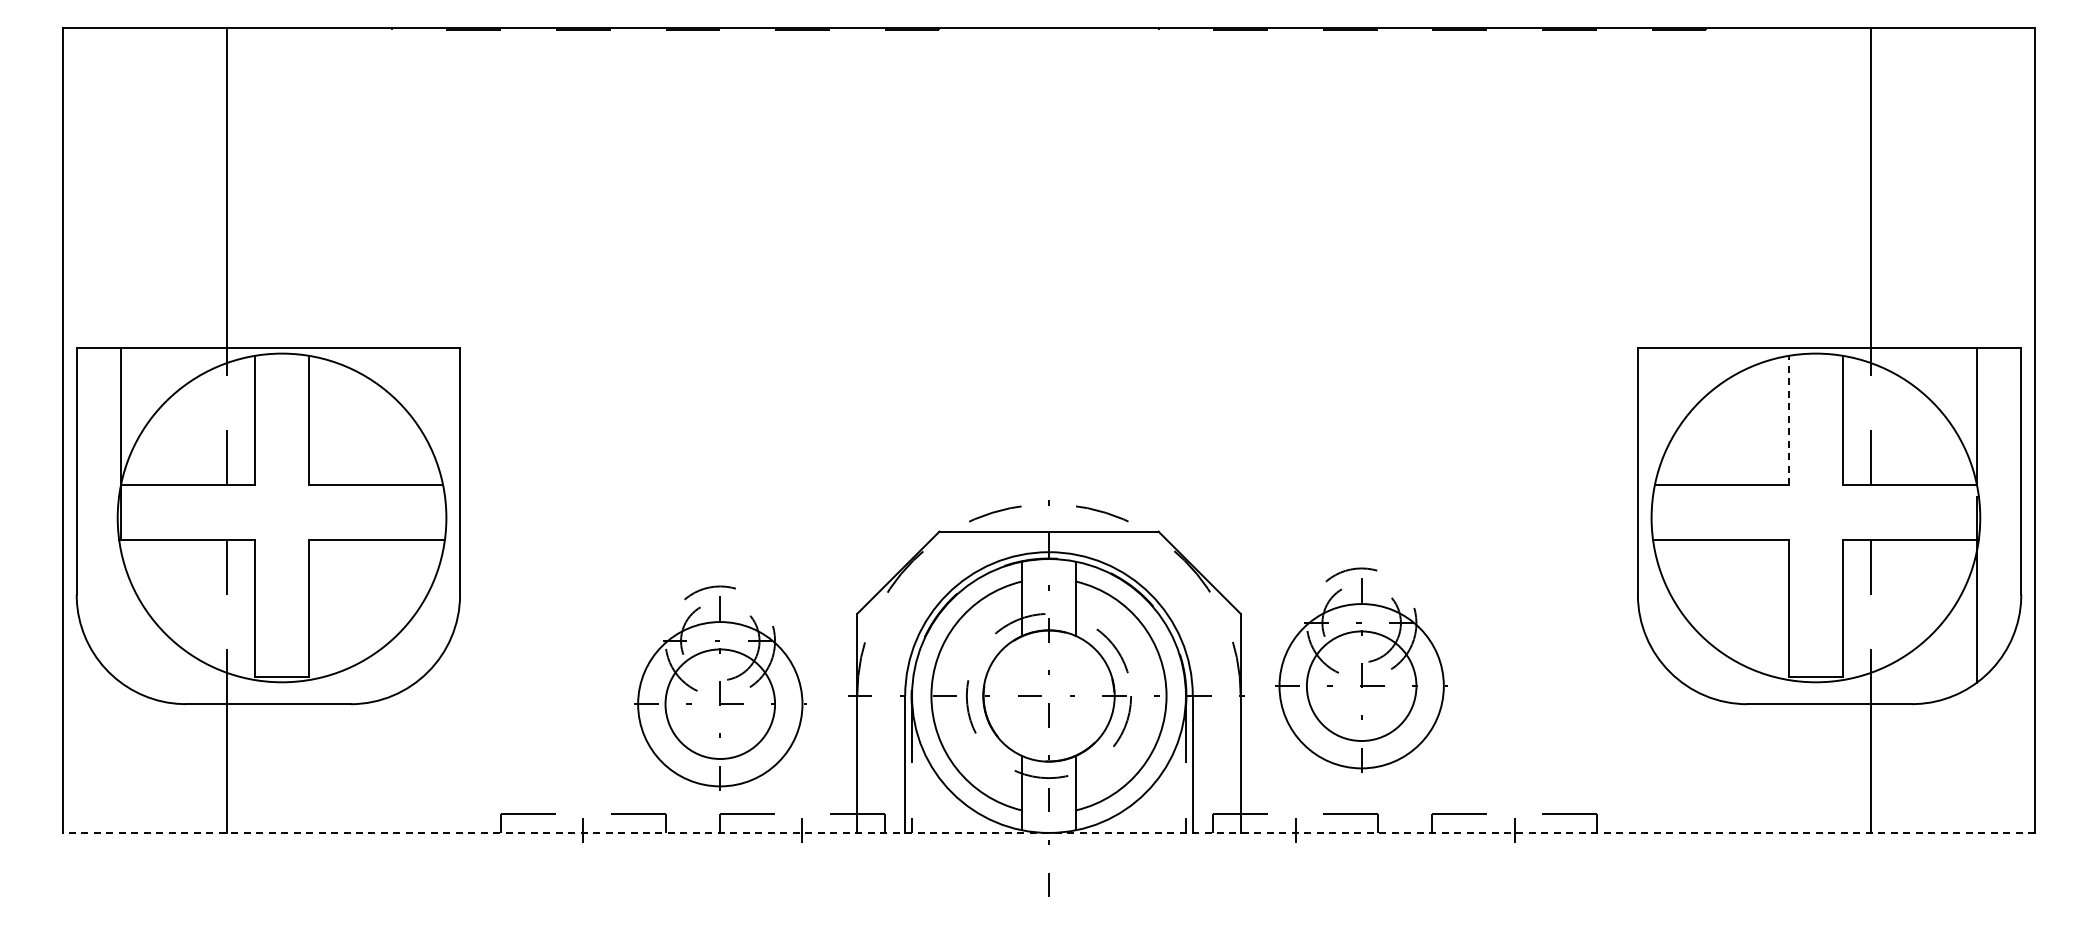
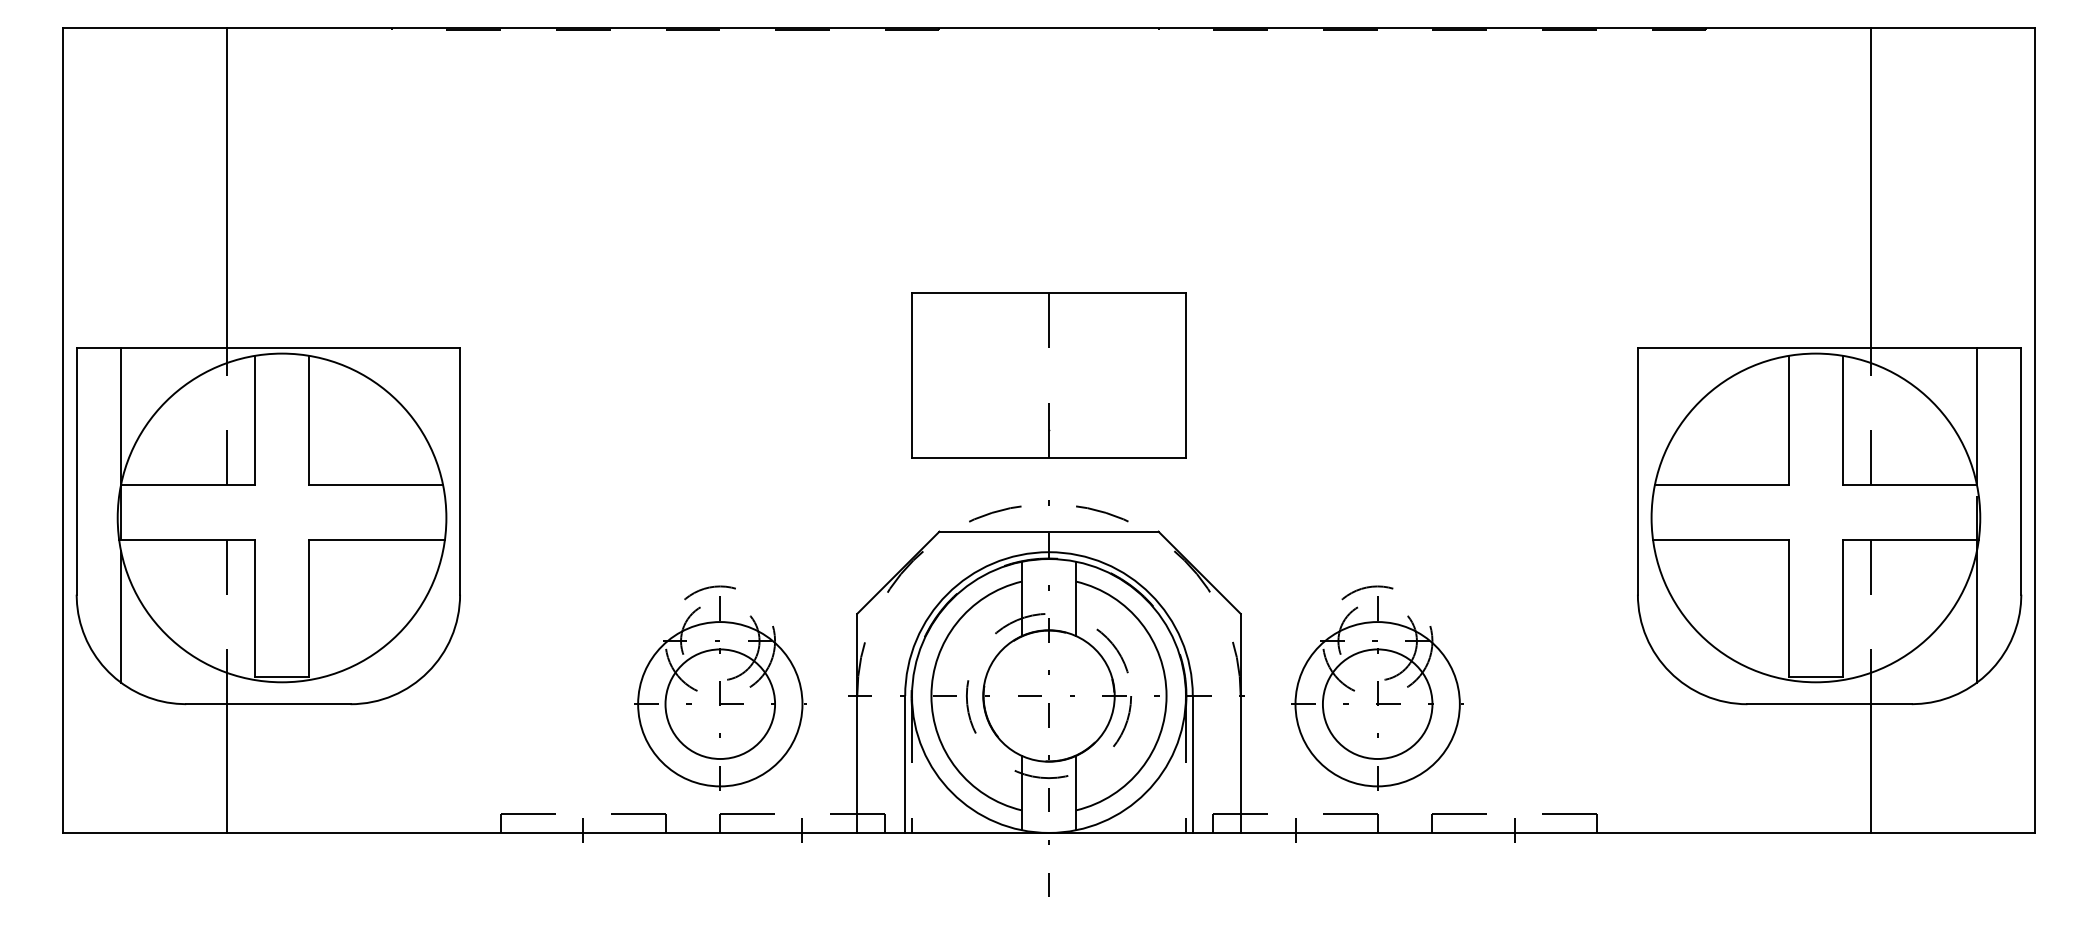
part at (1048, 375): none -> present
line at (1788, 420): dashed -> solid
line at (121, 616): none -> present
part at (1361, 669) position: (1361, 669) -> (1377, 687)
line at (1048, 832): dashed -> solid
